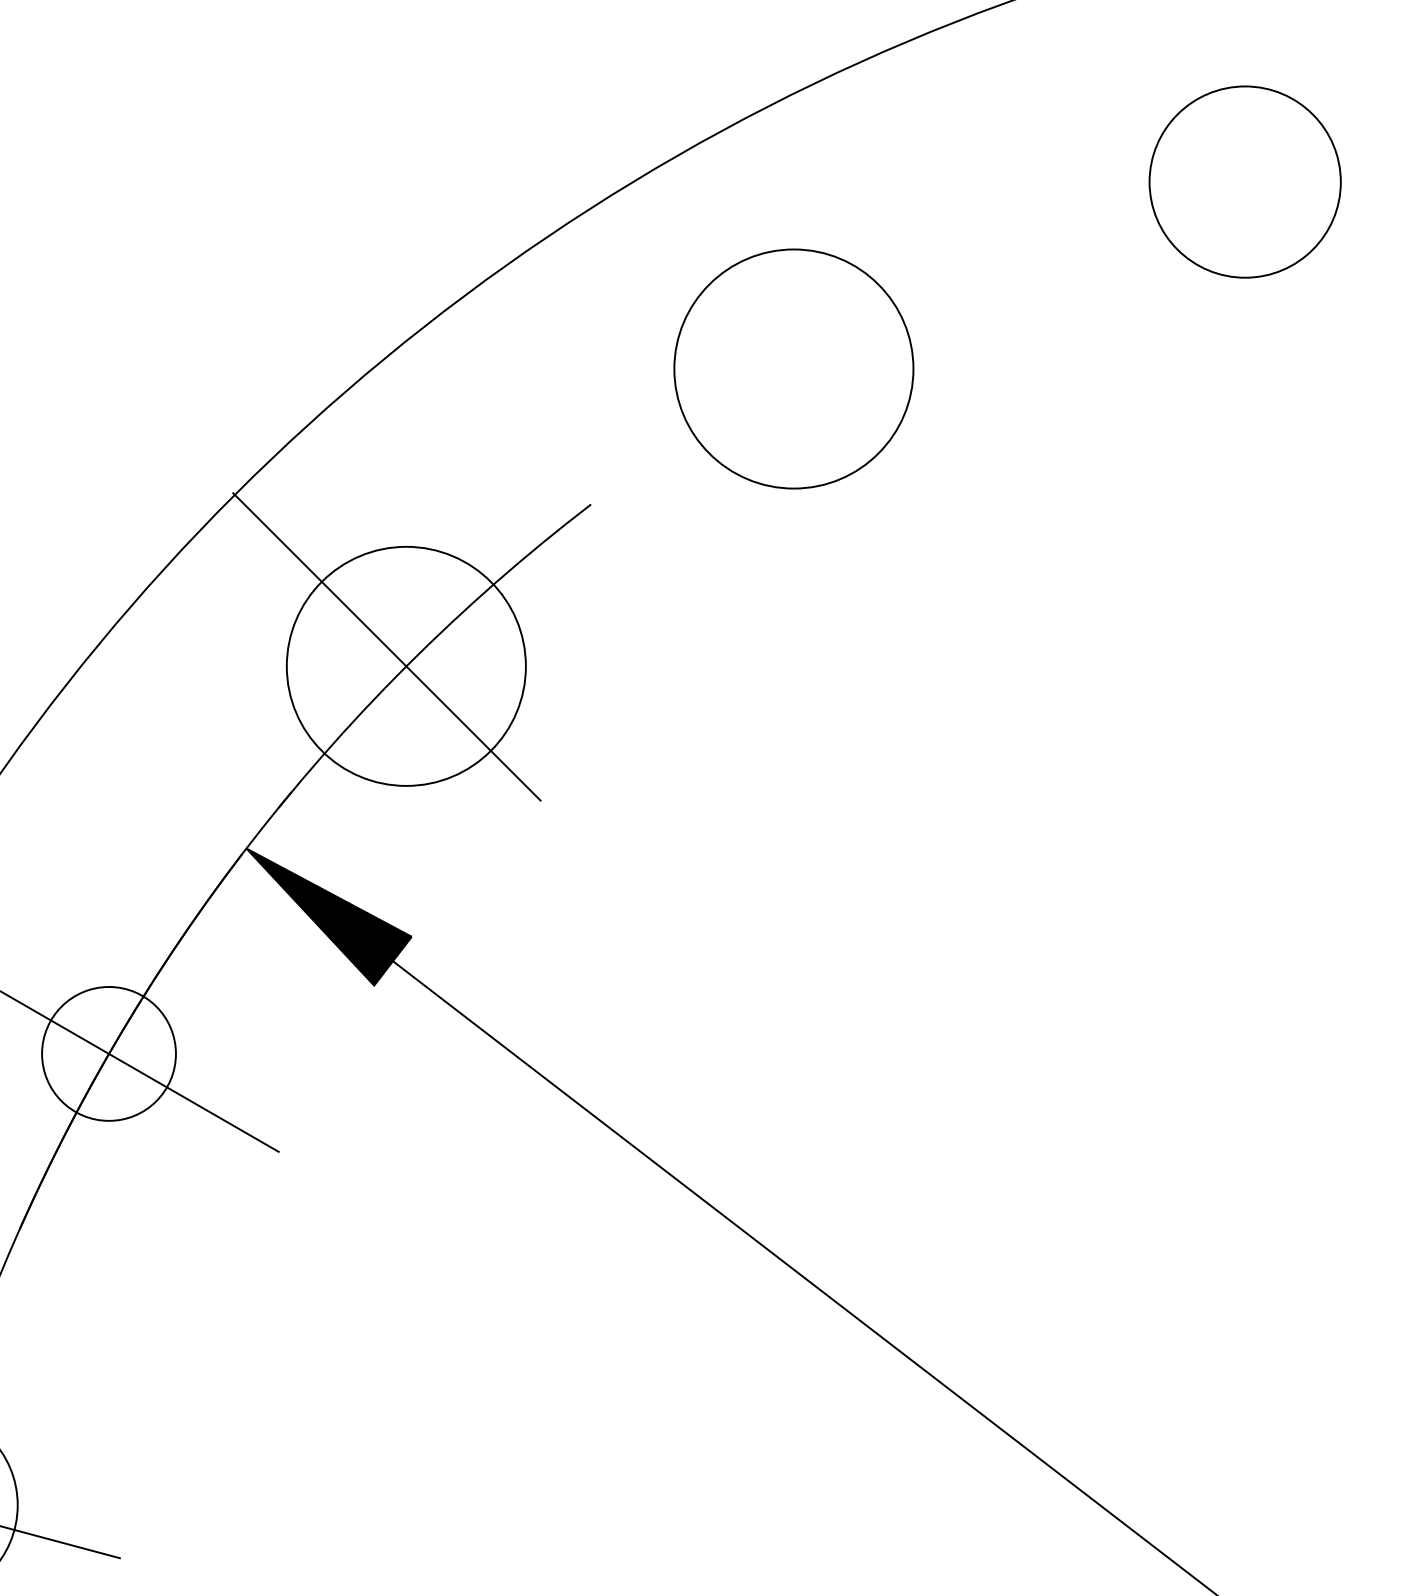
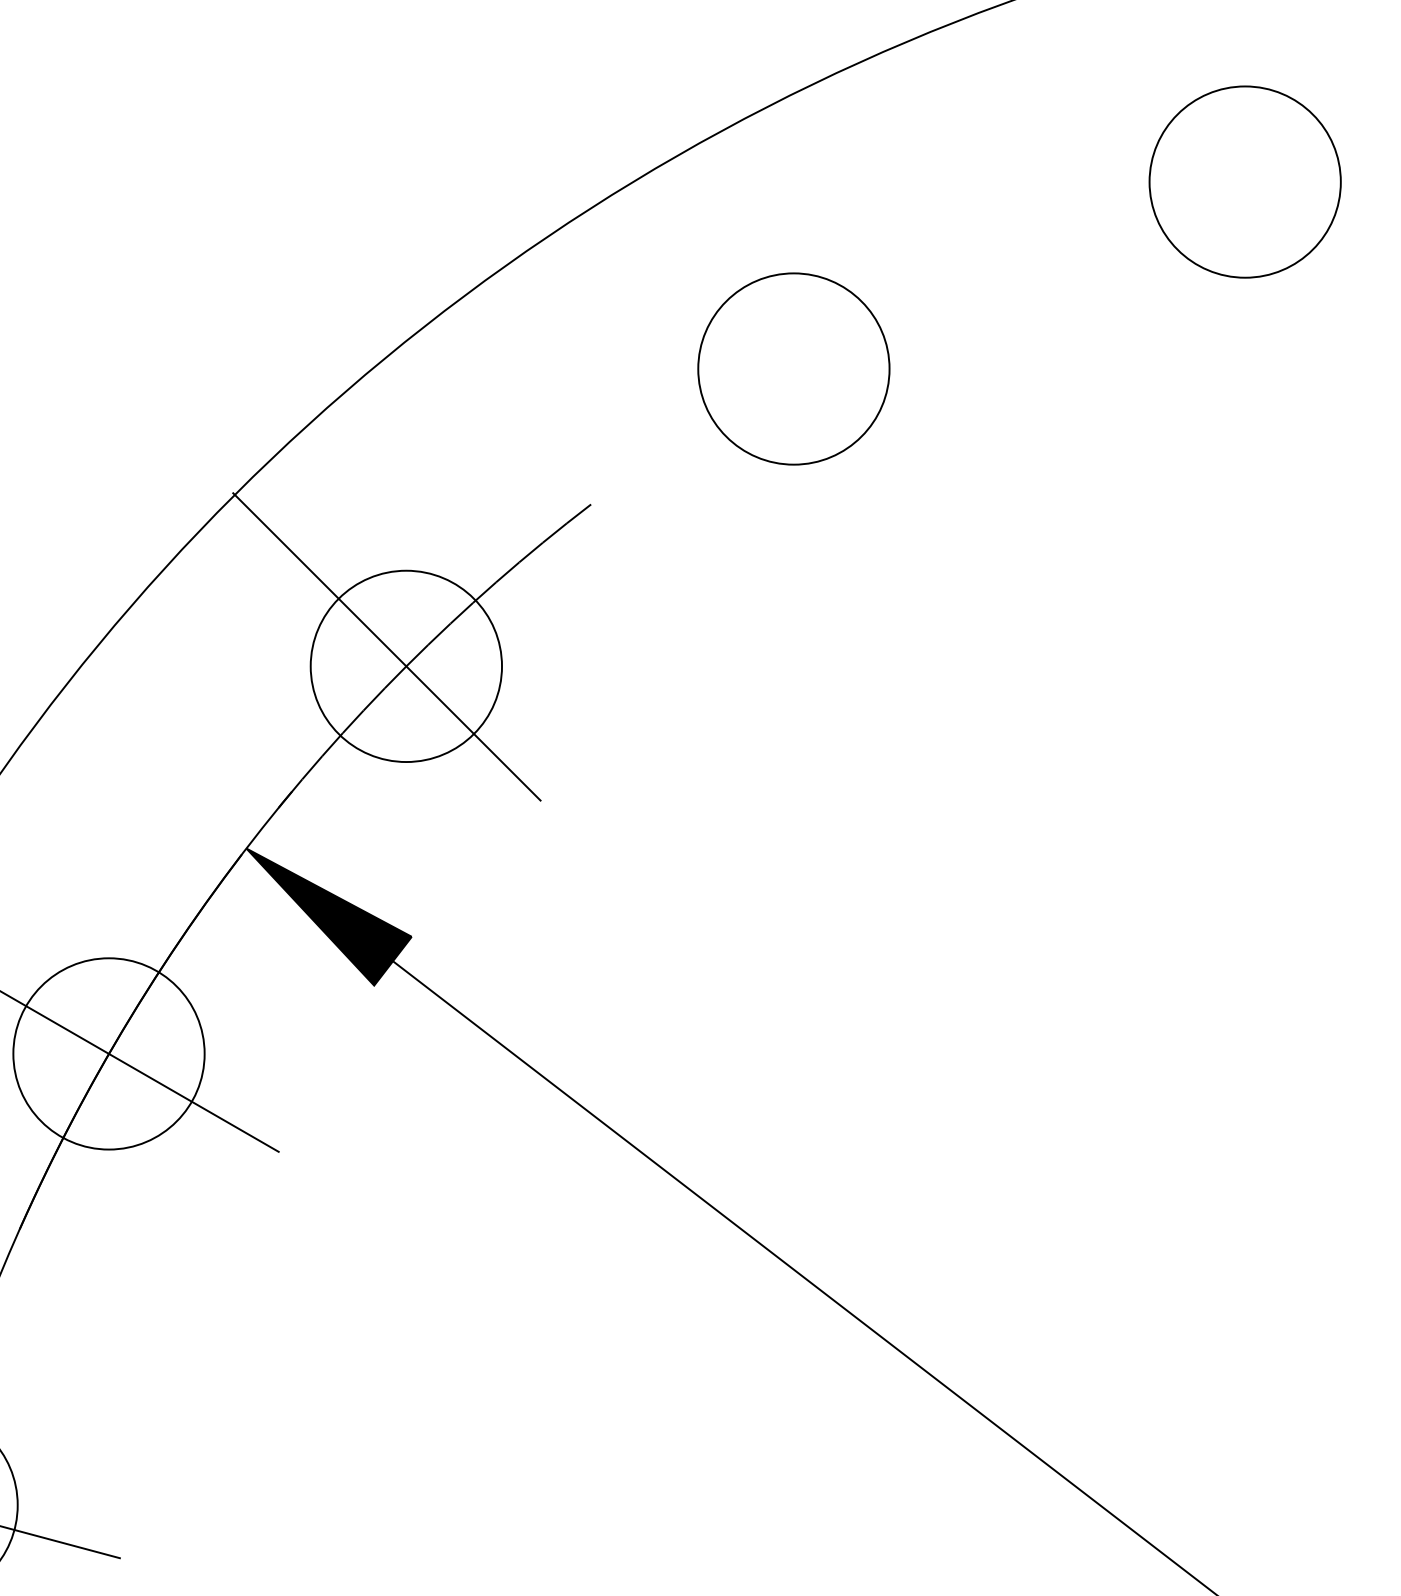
circle at (793, 368) diameter: 239 px -> 191 px
circle at (405, 665) diameter: 239 px -> 191 px
circle at (108, 1053) diameter: 134 px -> 191 px
